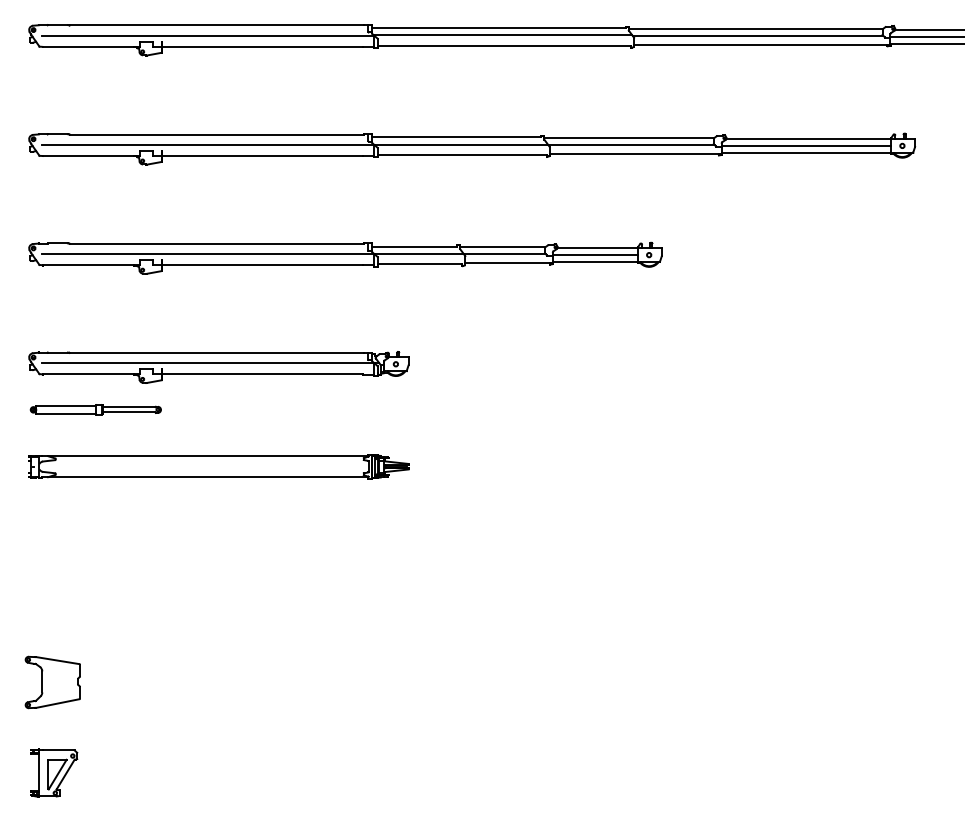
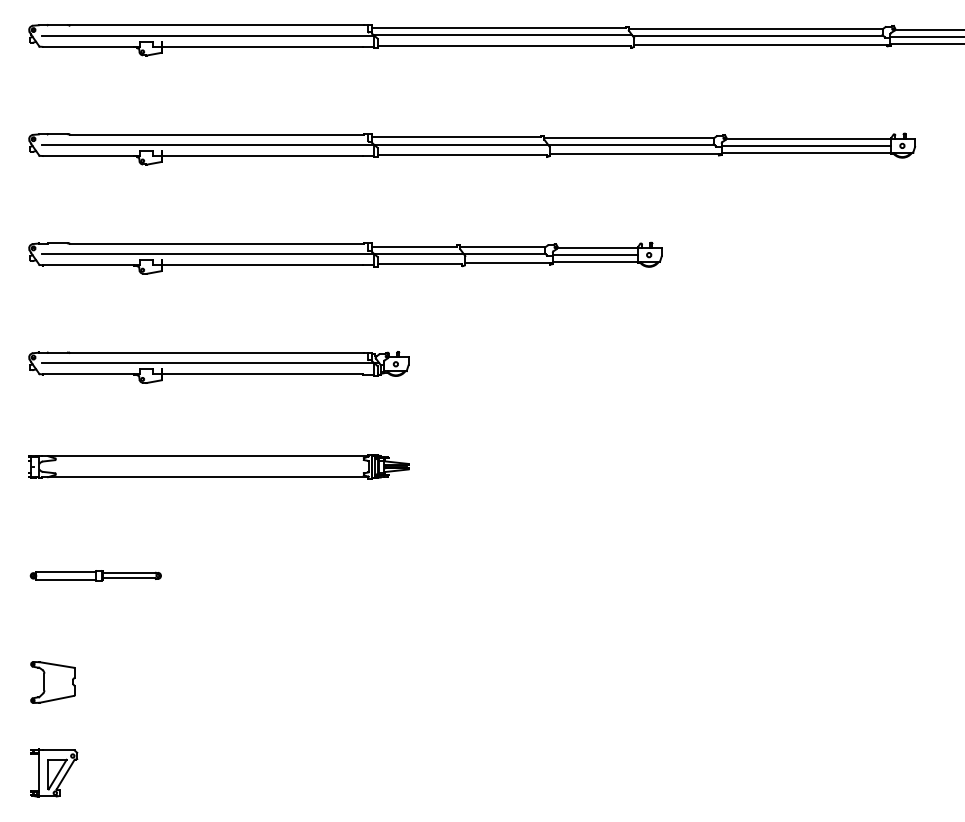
part at (95, 409) position: (95, 409) -> (95, 575)
part at (52, 682) size: 57x55 px -> 46x43 px
